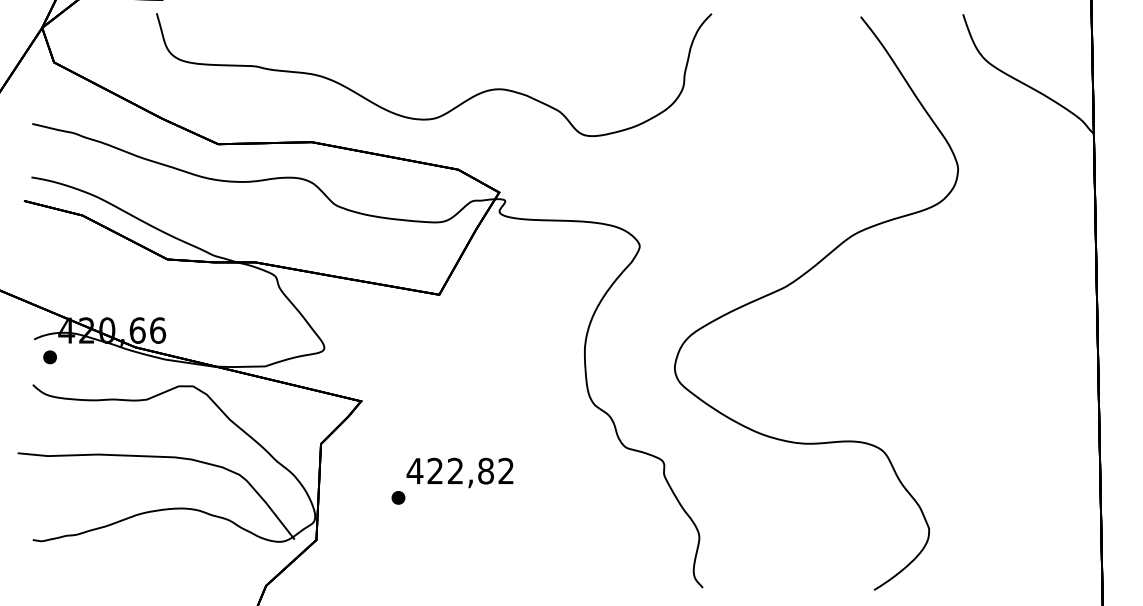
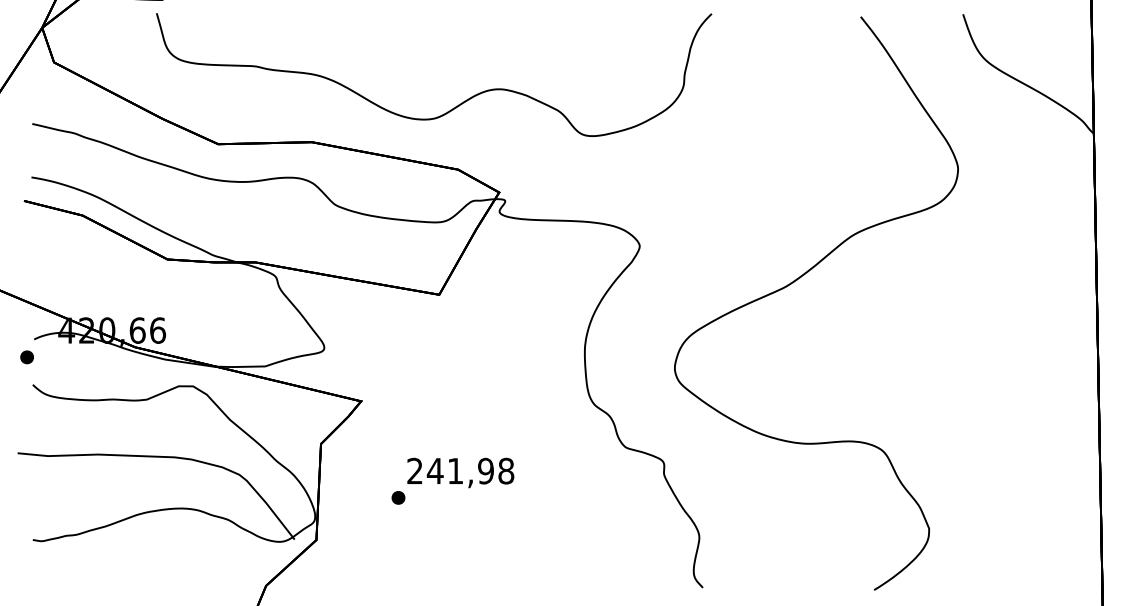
part at (49, 357) position: (49, 357) -> (26, 357)
text at (460, 470): 422,82 -> 241,98
